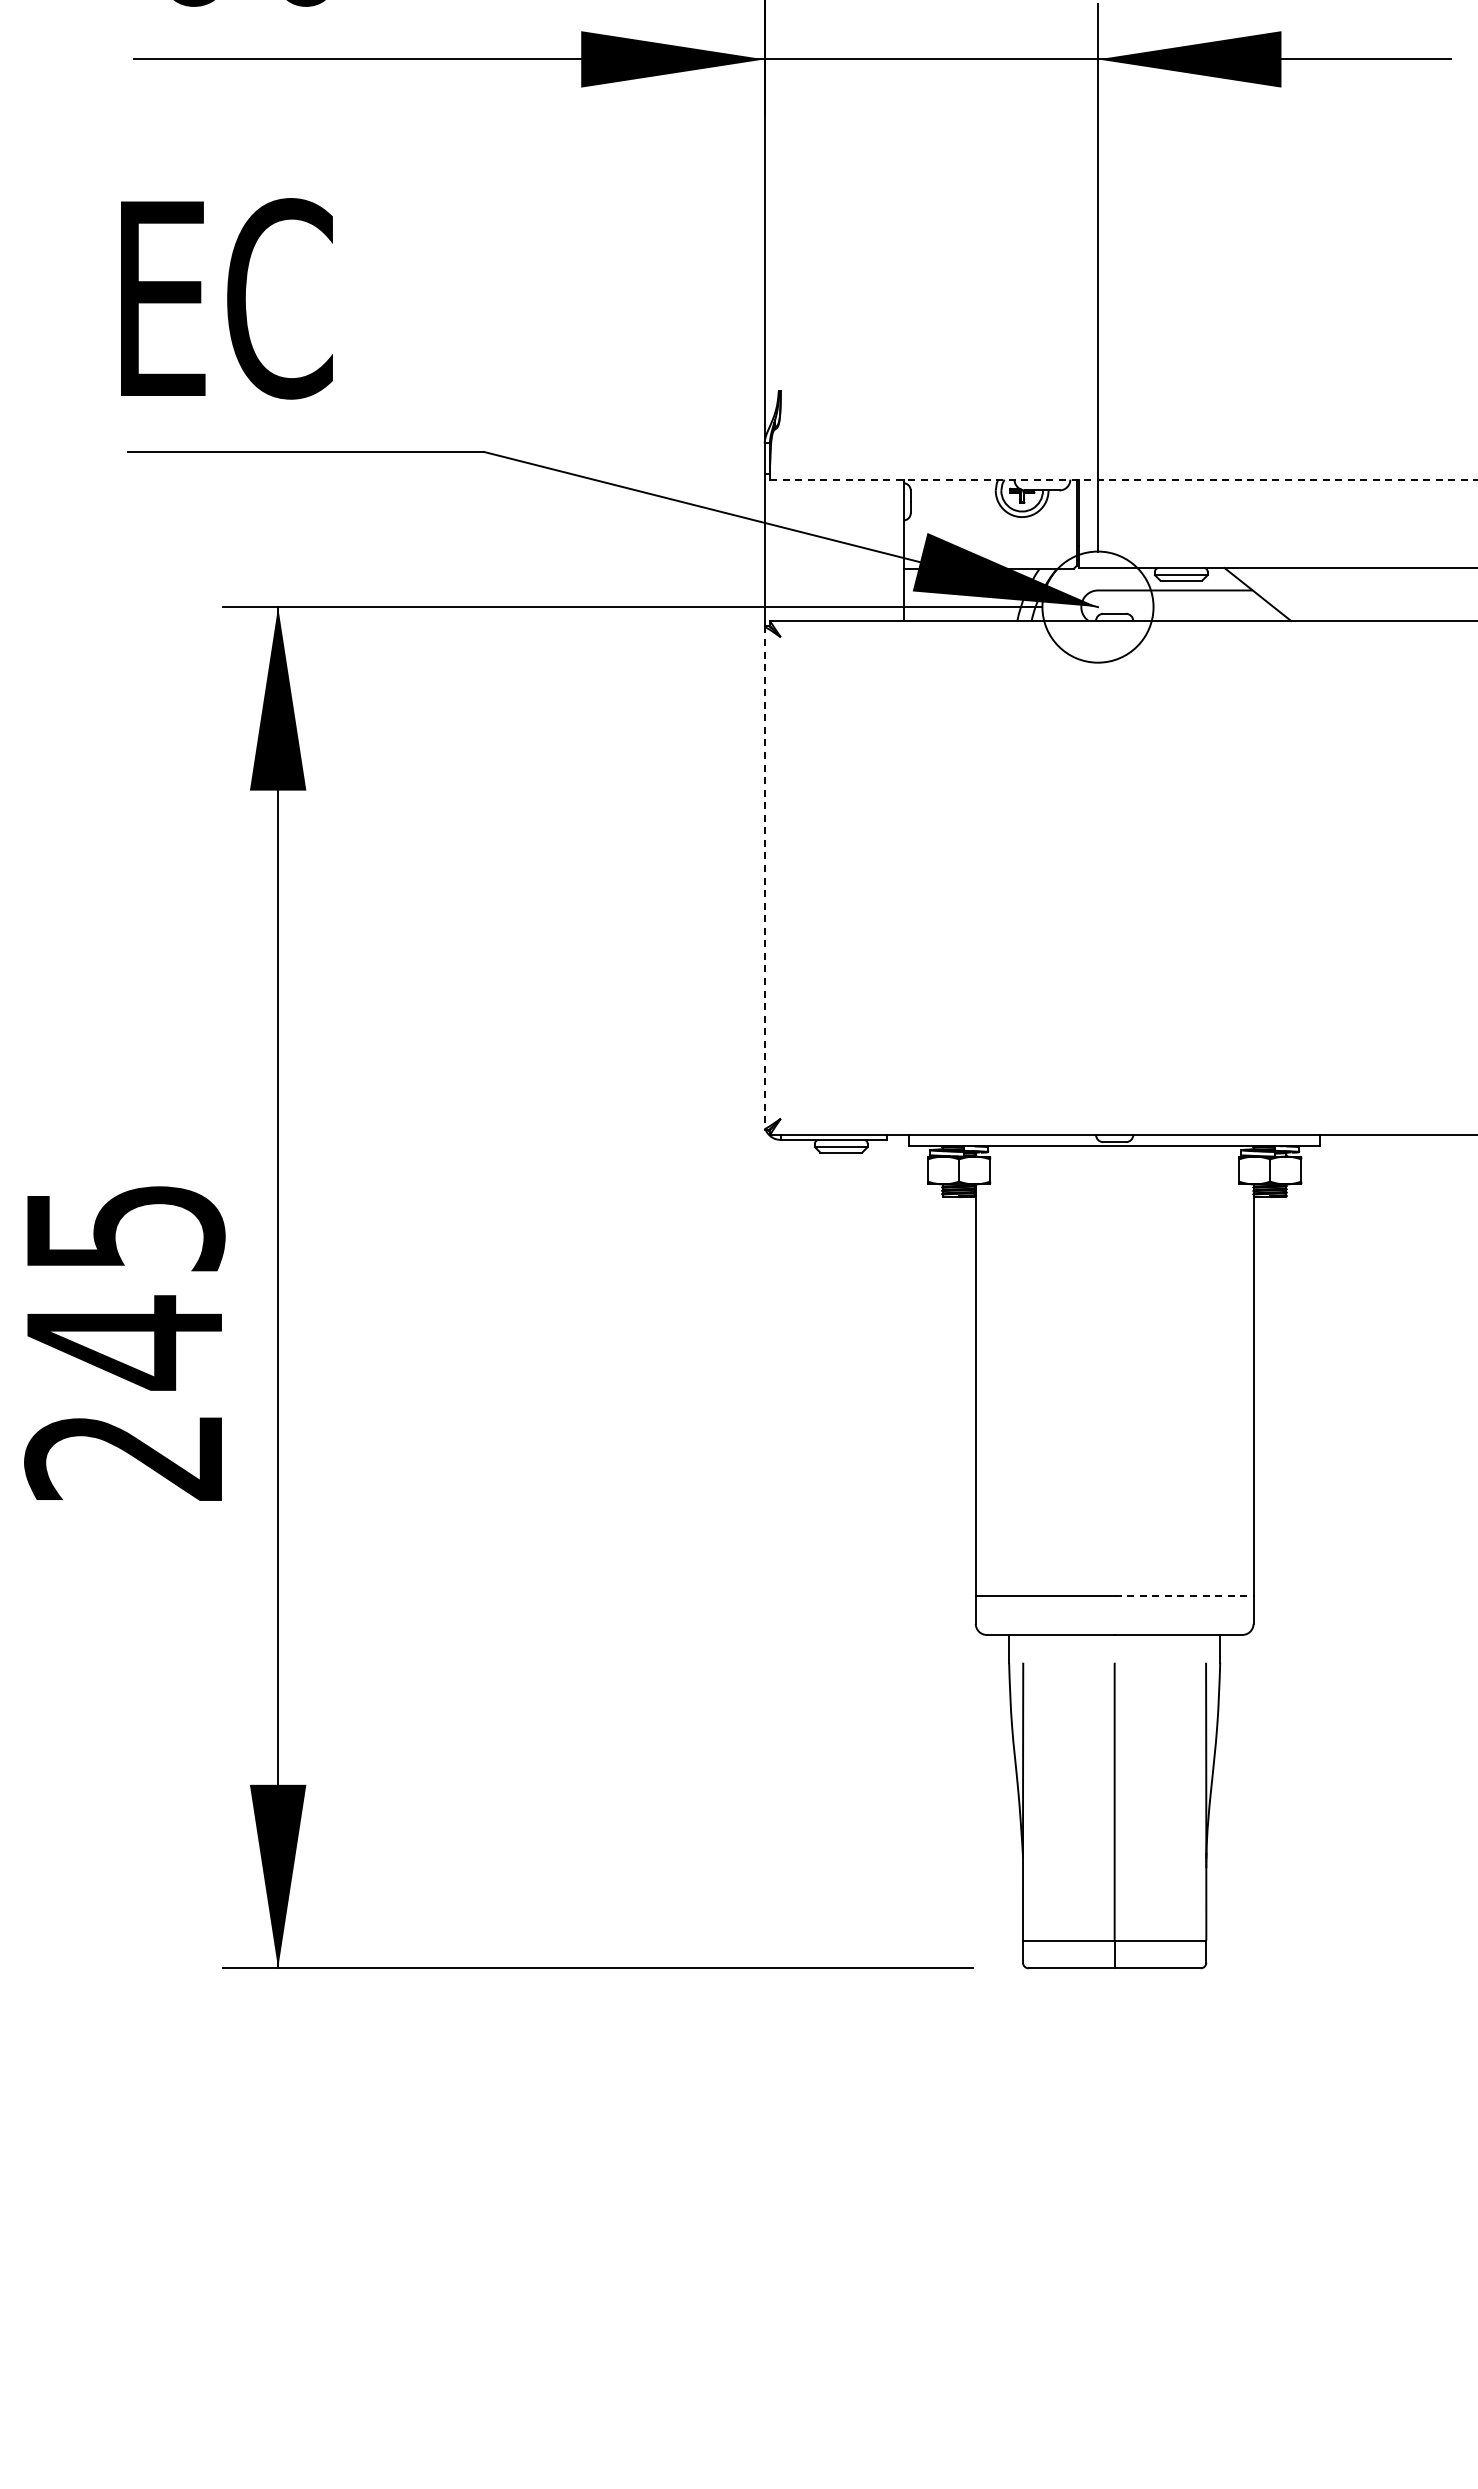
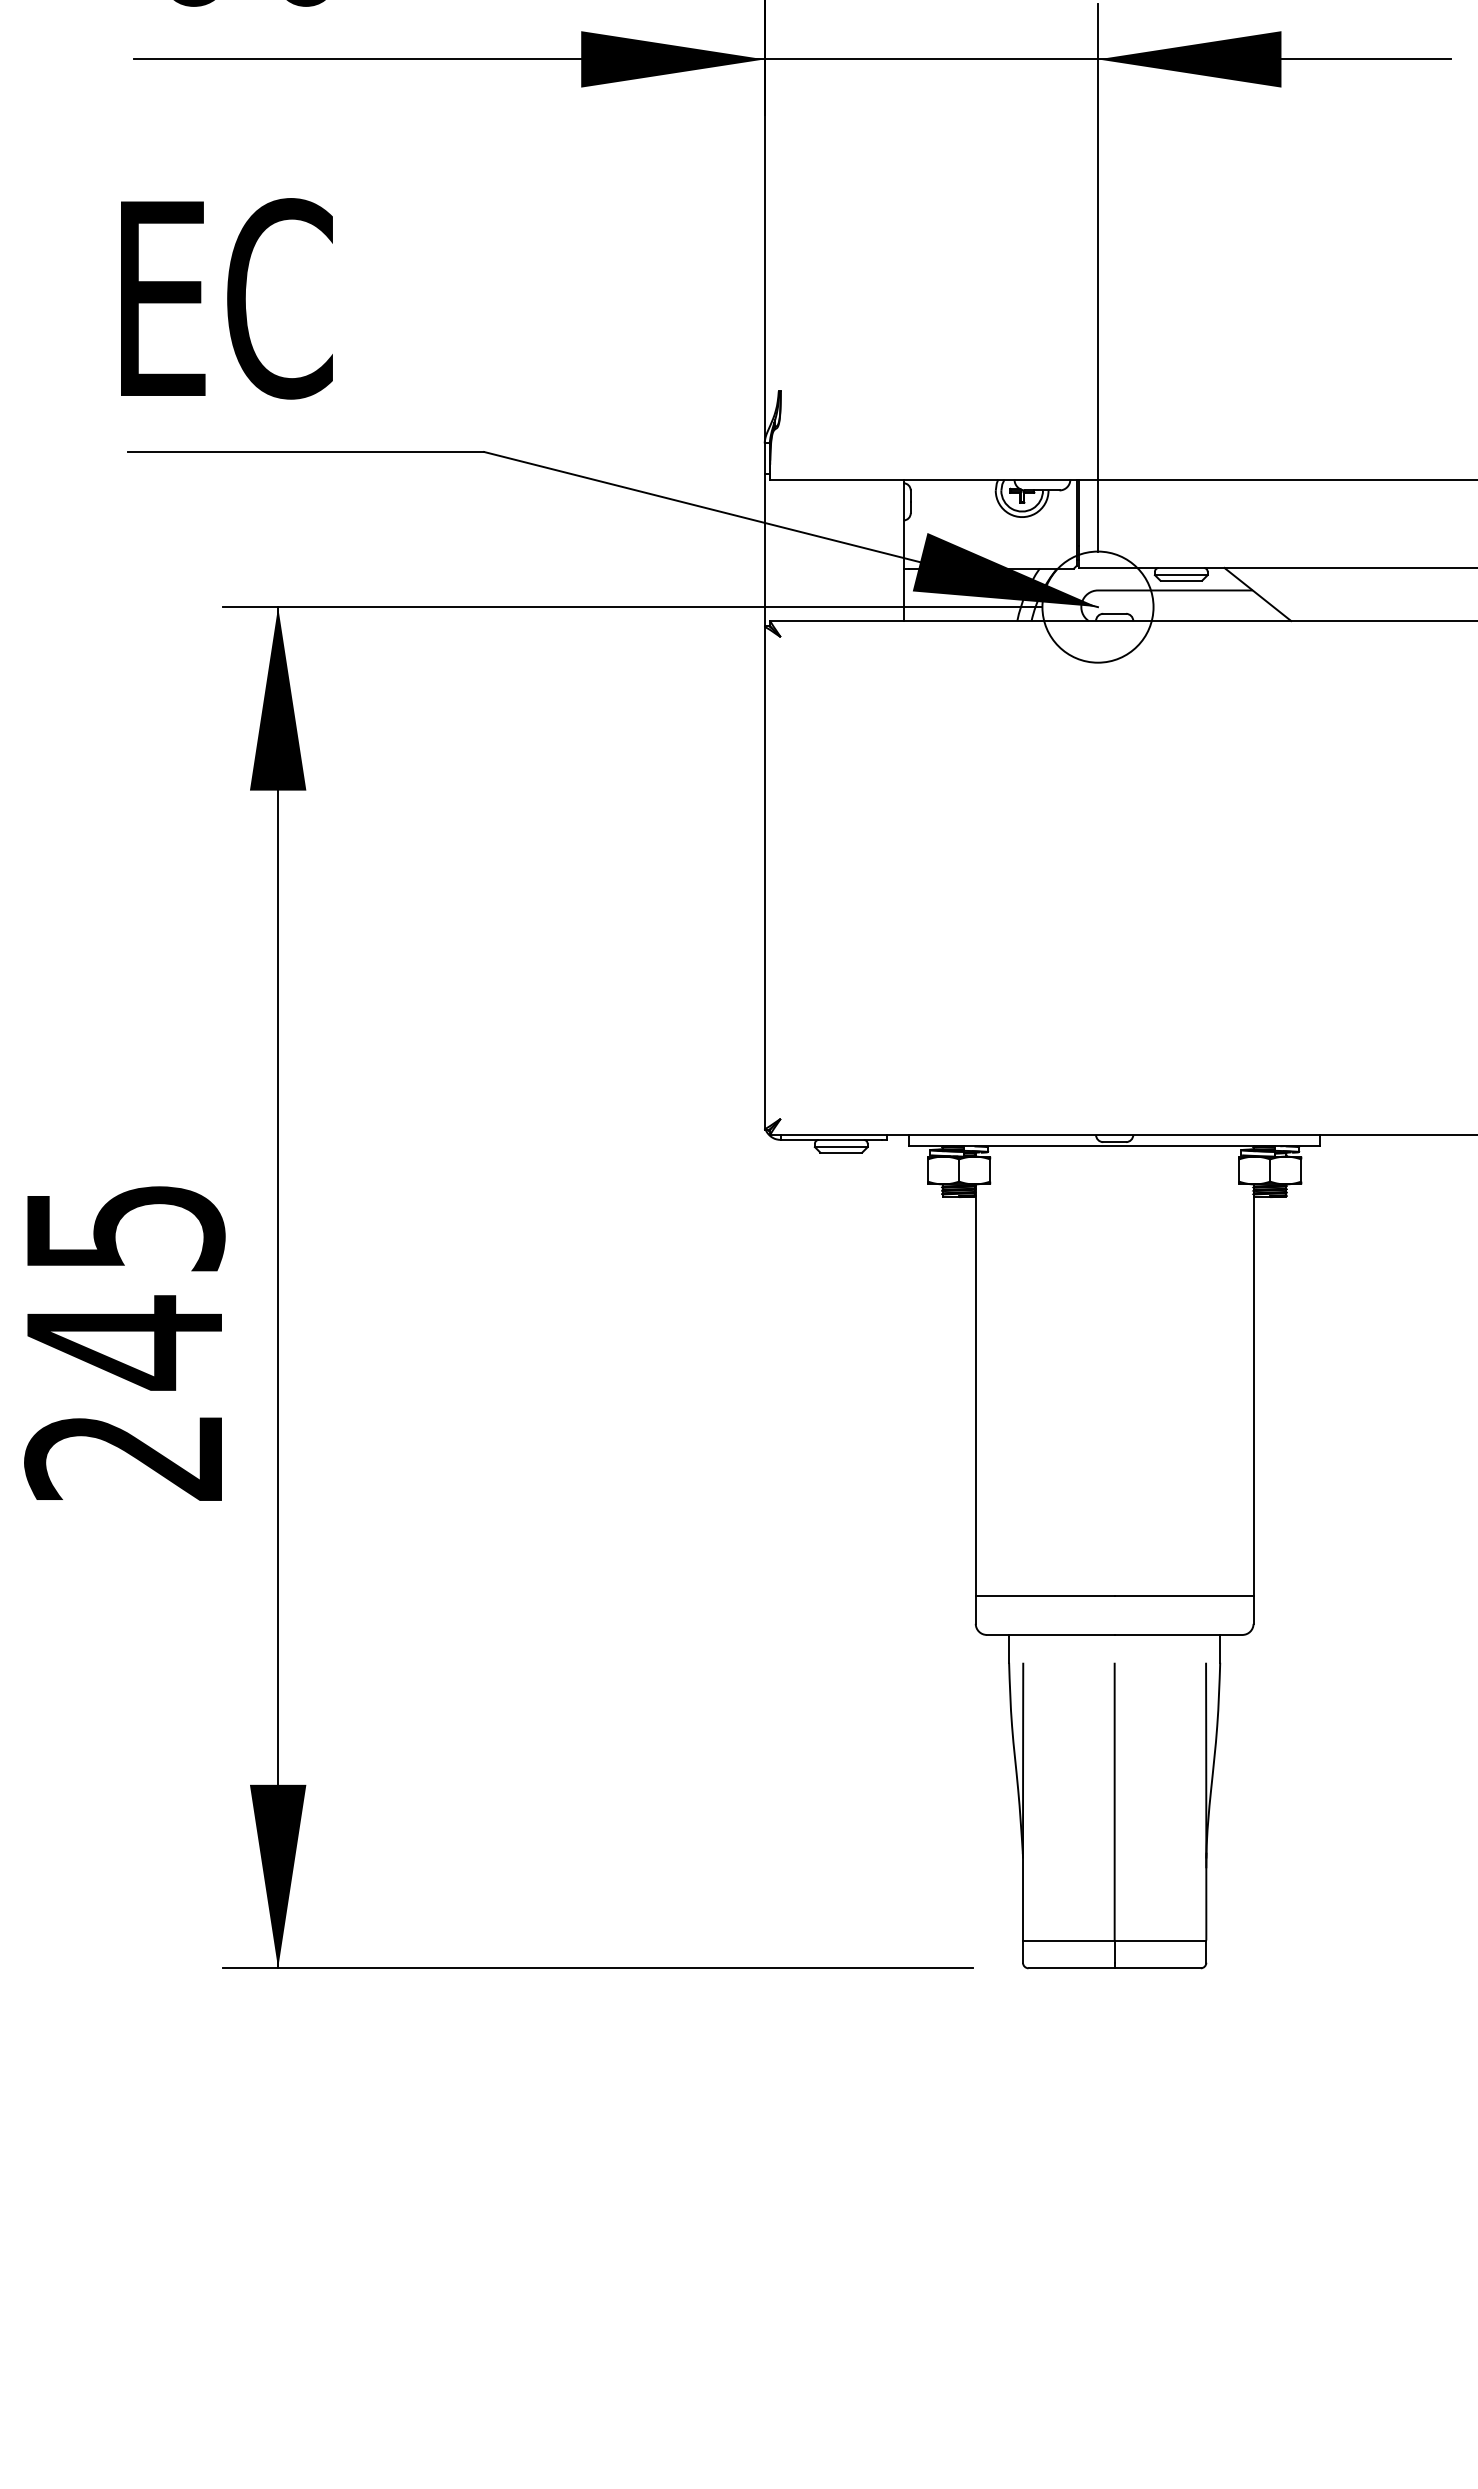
line at (1124, 479): dashed -> solid
line at (764, 877): dashed -> solid
line at (1184, 1596): dashed -> solid
